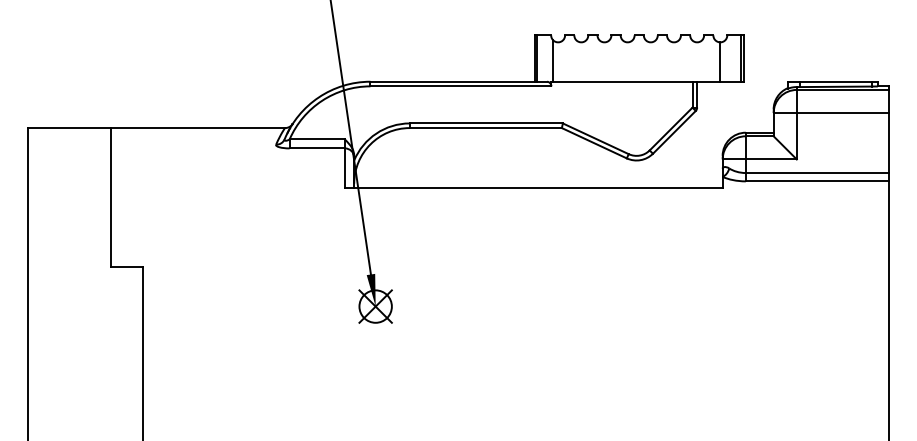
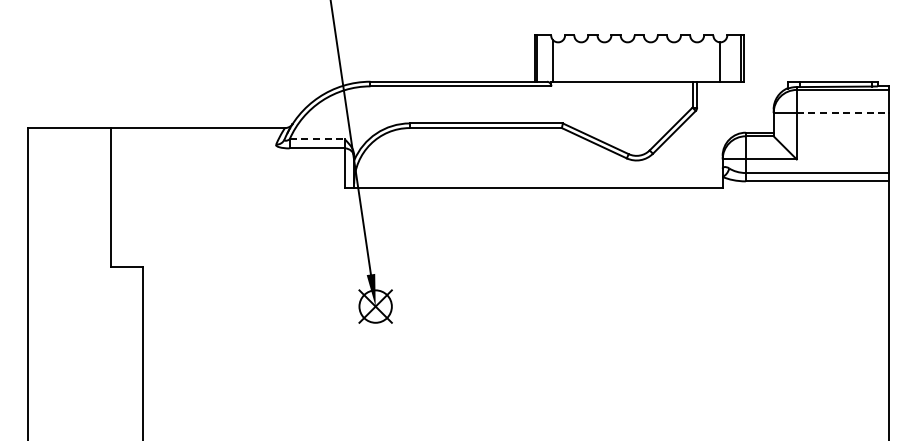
line at (843, 113): solid -> dashed
line at (317, 139): solid -> dashed
